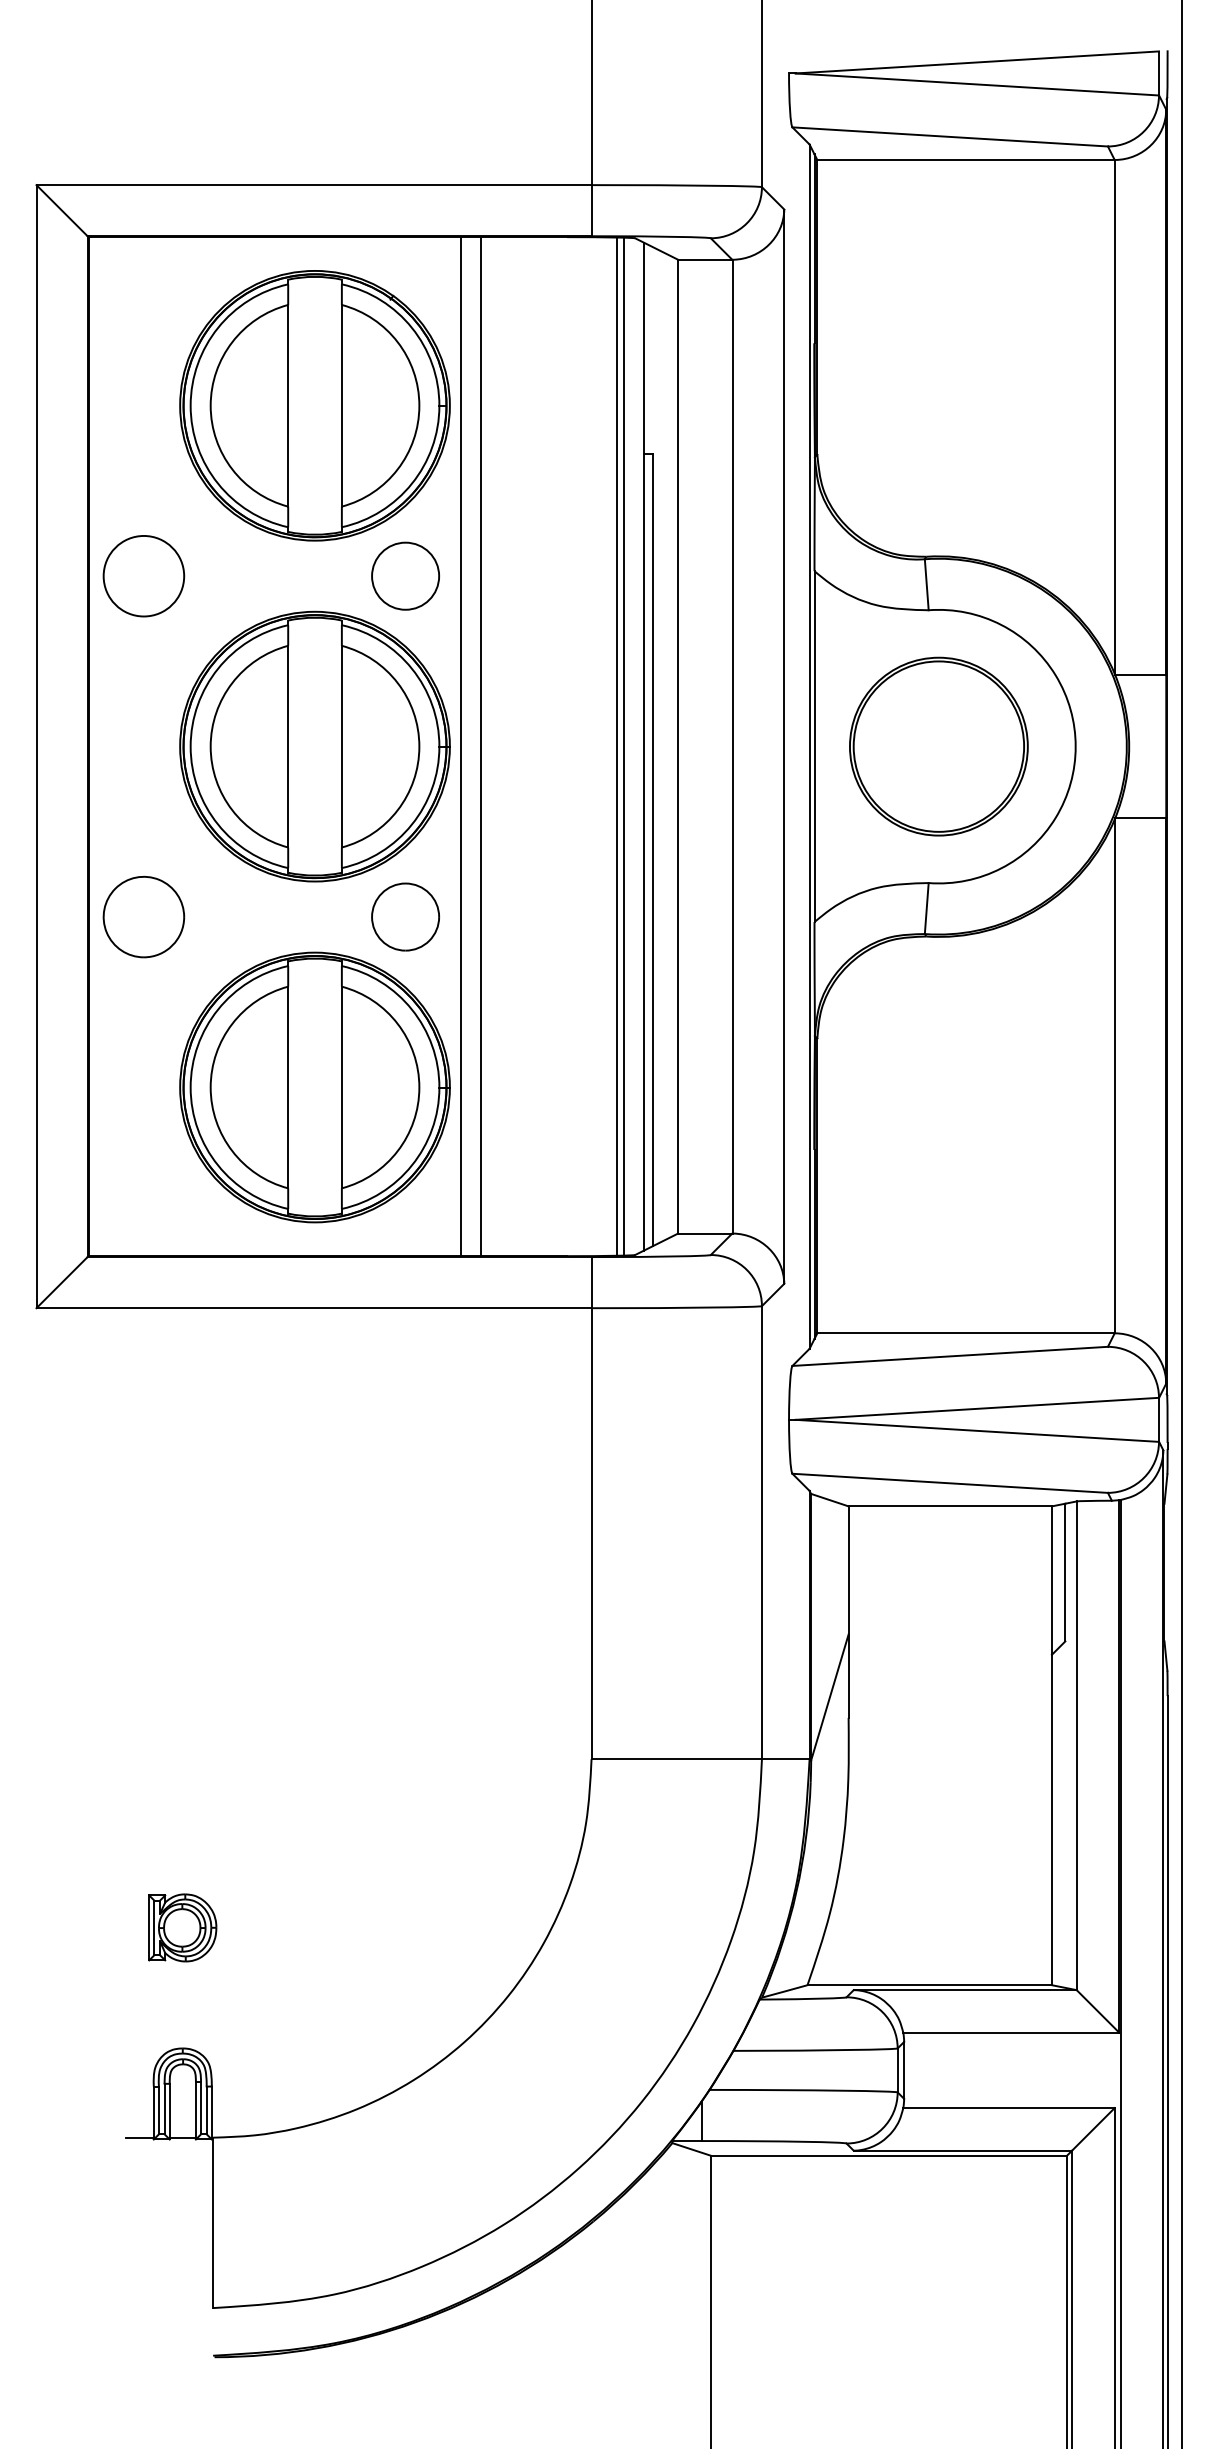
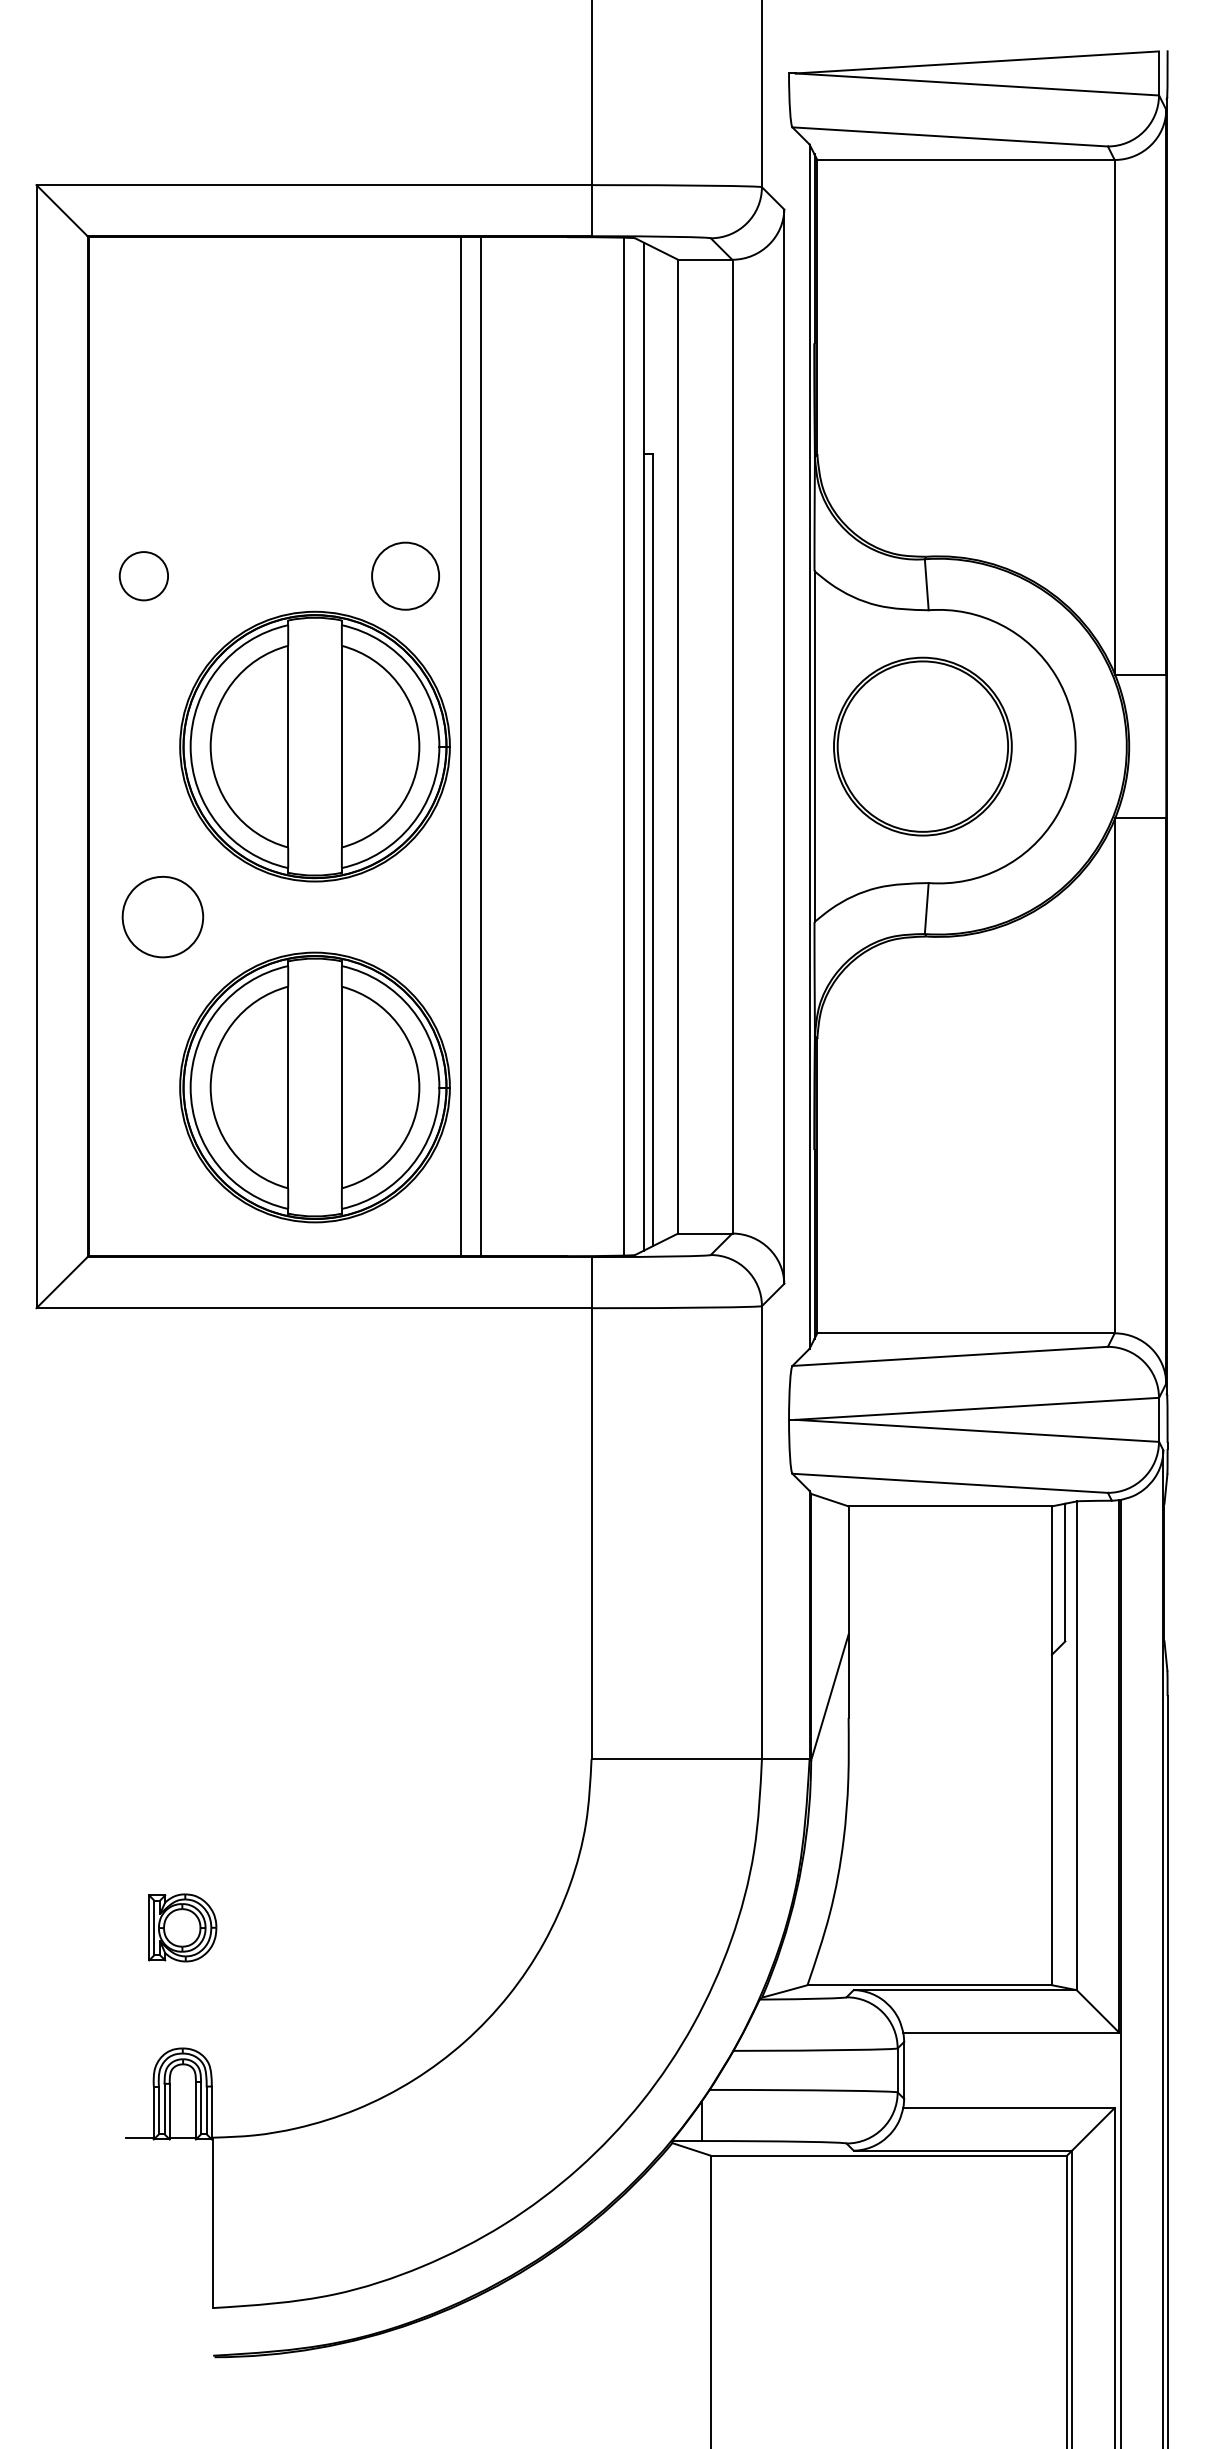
part at (314, 405): present -> none
circle at (143, 575) diameter: 81 px -> 48 px
line at (616, 746): present -> none
part at (938, 746) position: (938, 746) -> (922, 746)
part at (143, 916) position: (143, 916) -> (162, 916)
part at (405, 916): present -> none
line at (1182, 1223): present -> none
